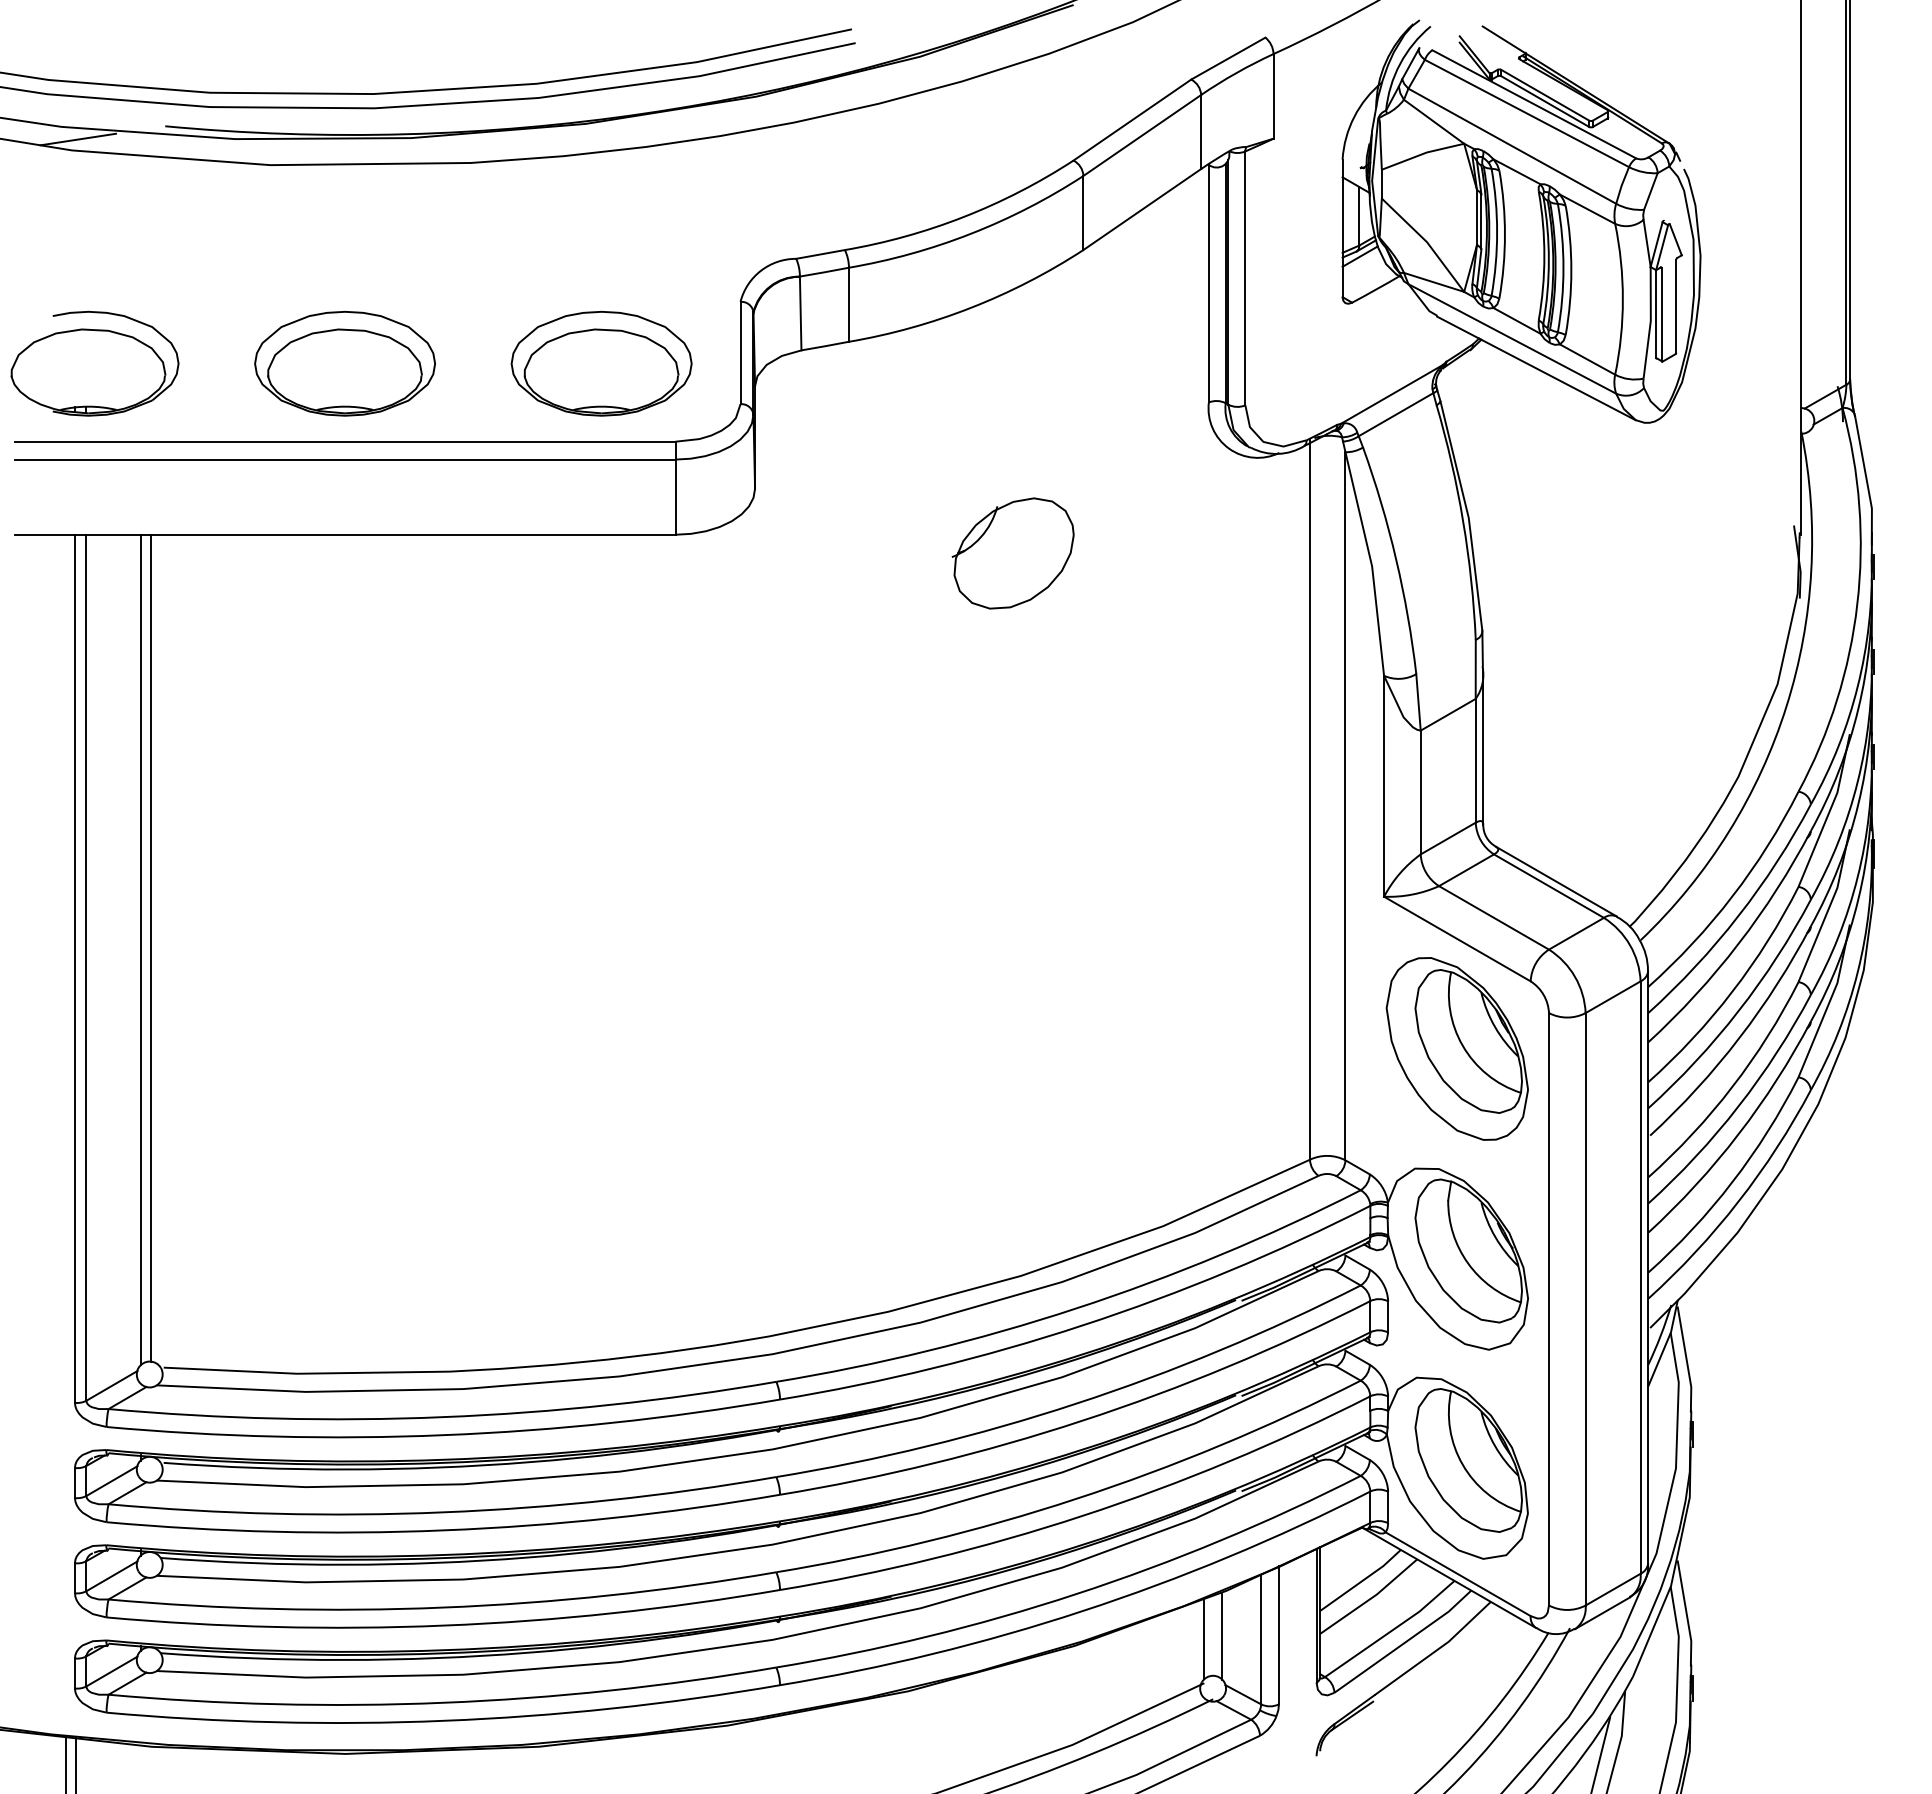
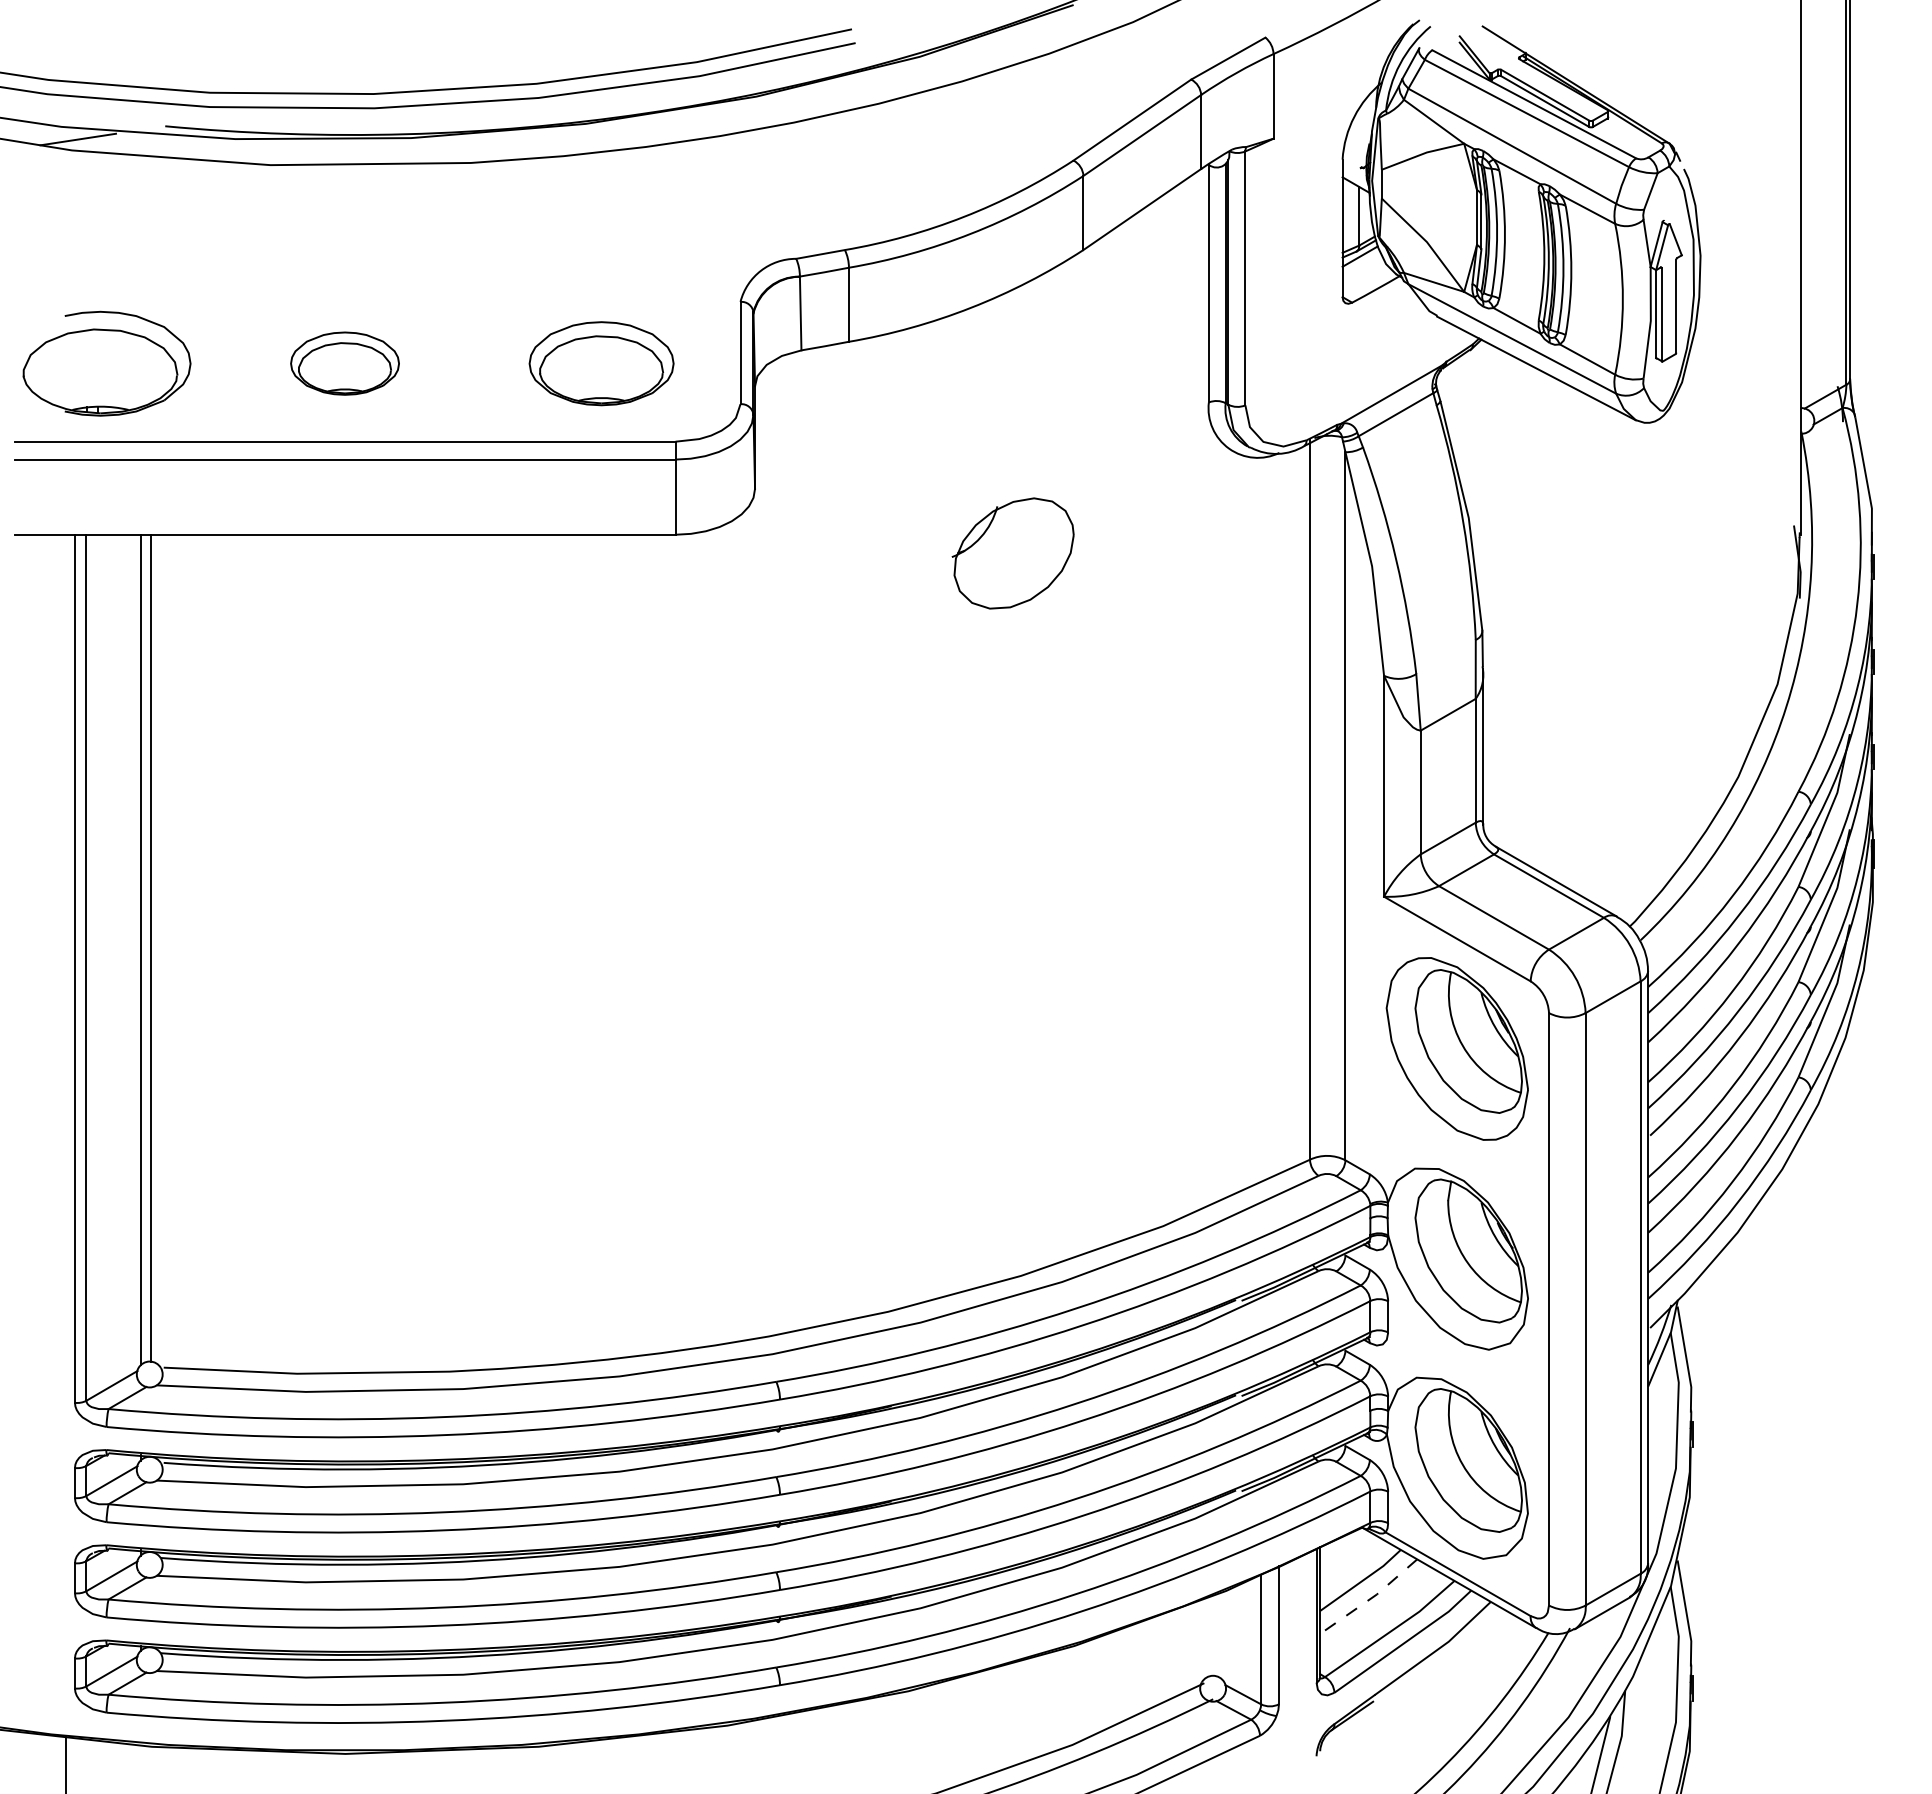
part at (94, 363) position: (94, 363) -> (106, 363)
part at (344, 363) size: 182x107 px -> 110x65 px
part at (601, 363) size: 183x107 px -> 147x86 px
line at (1370, 1598): solid -> dashed
line at (1221, 1635): present -> none
line at (1204, 1638): present -> none
line at (76, 1764): present -> none
